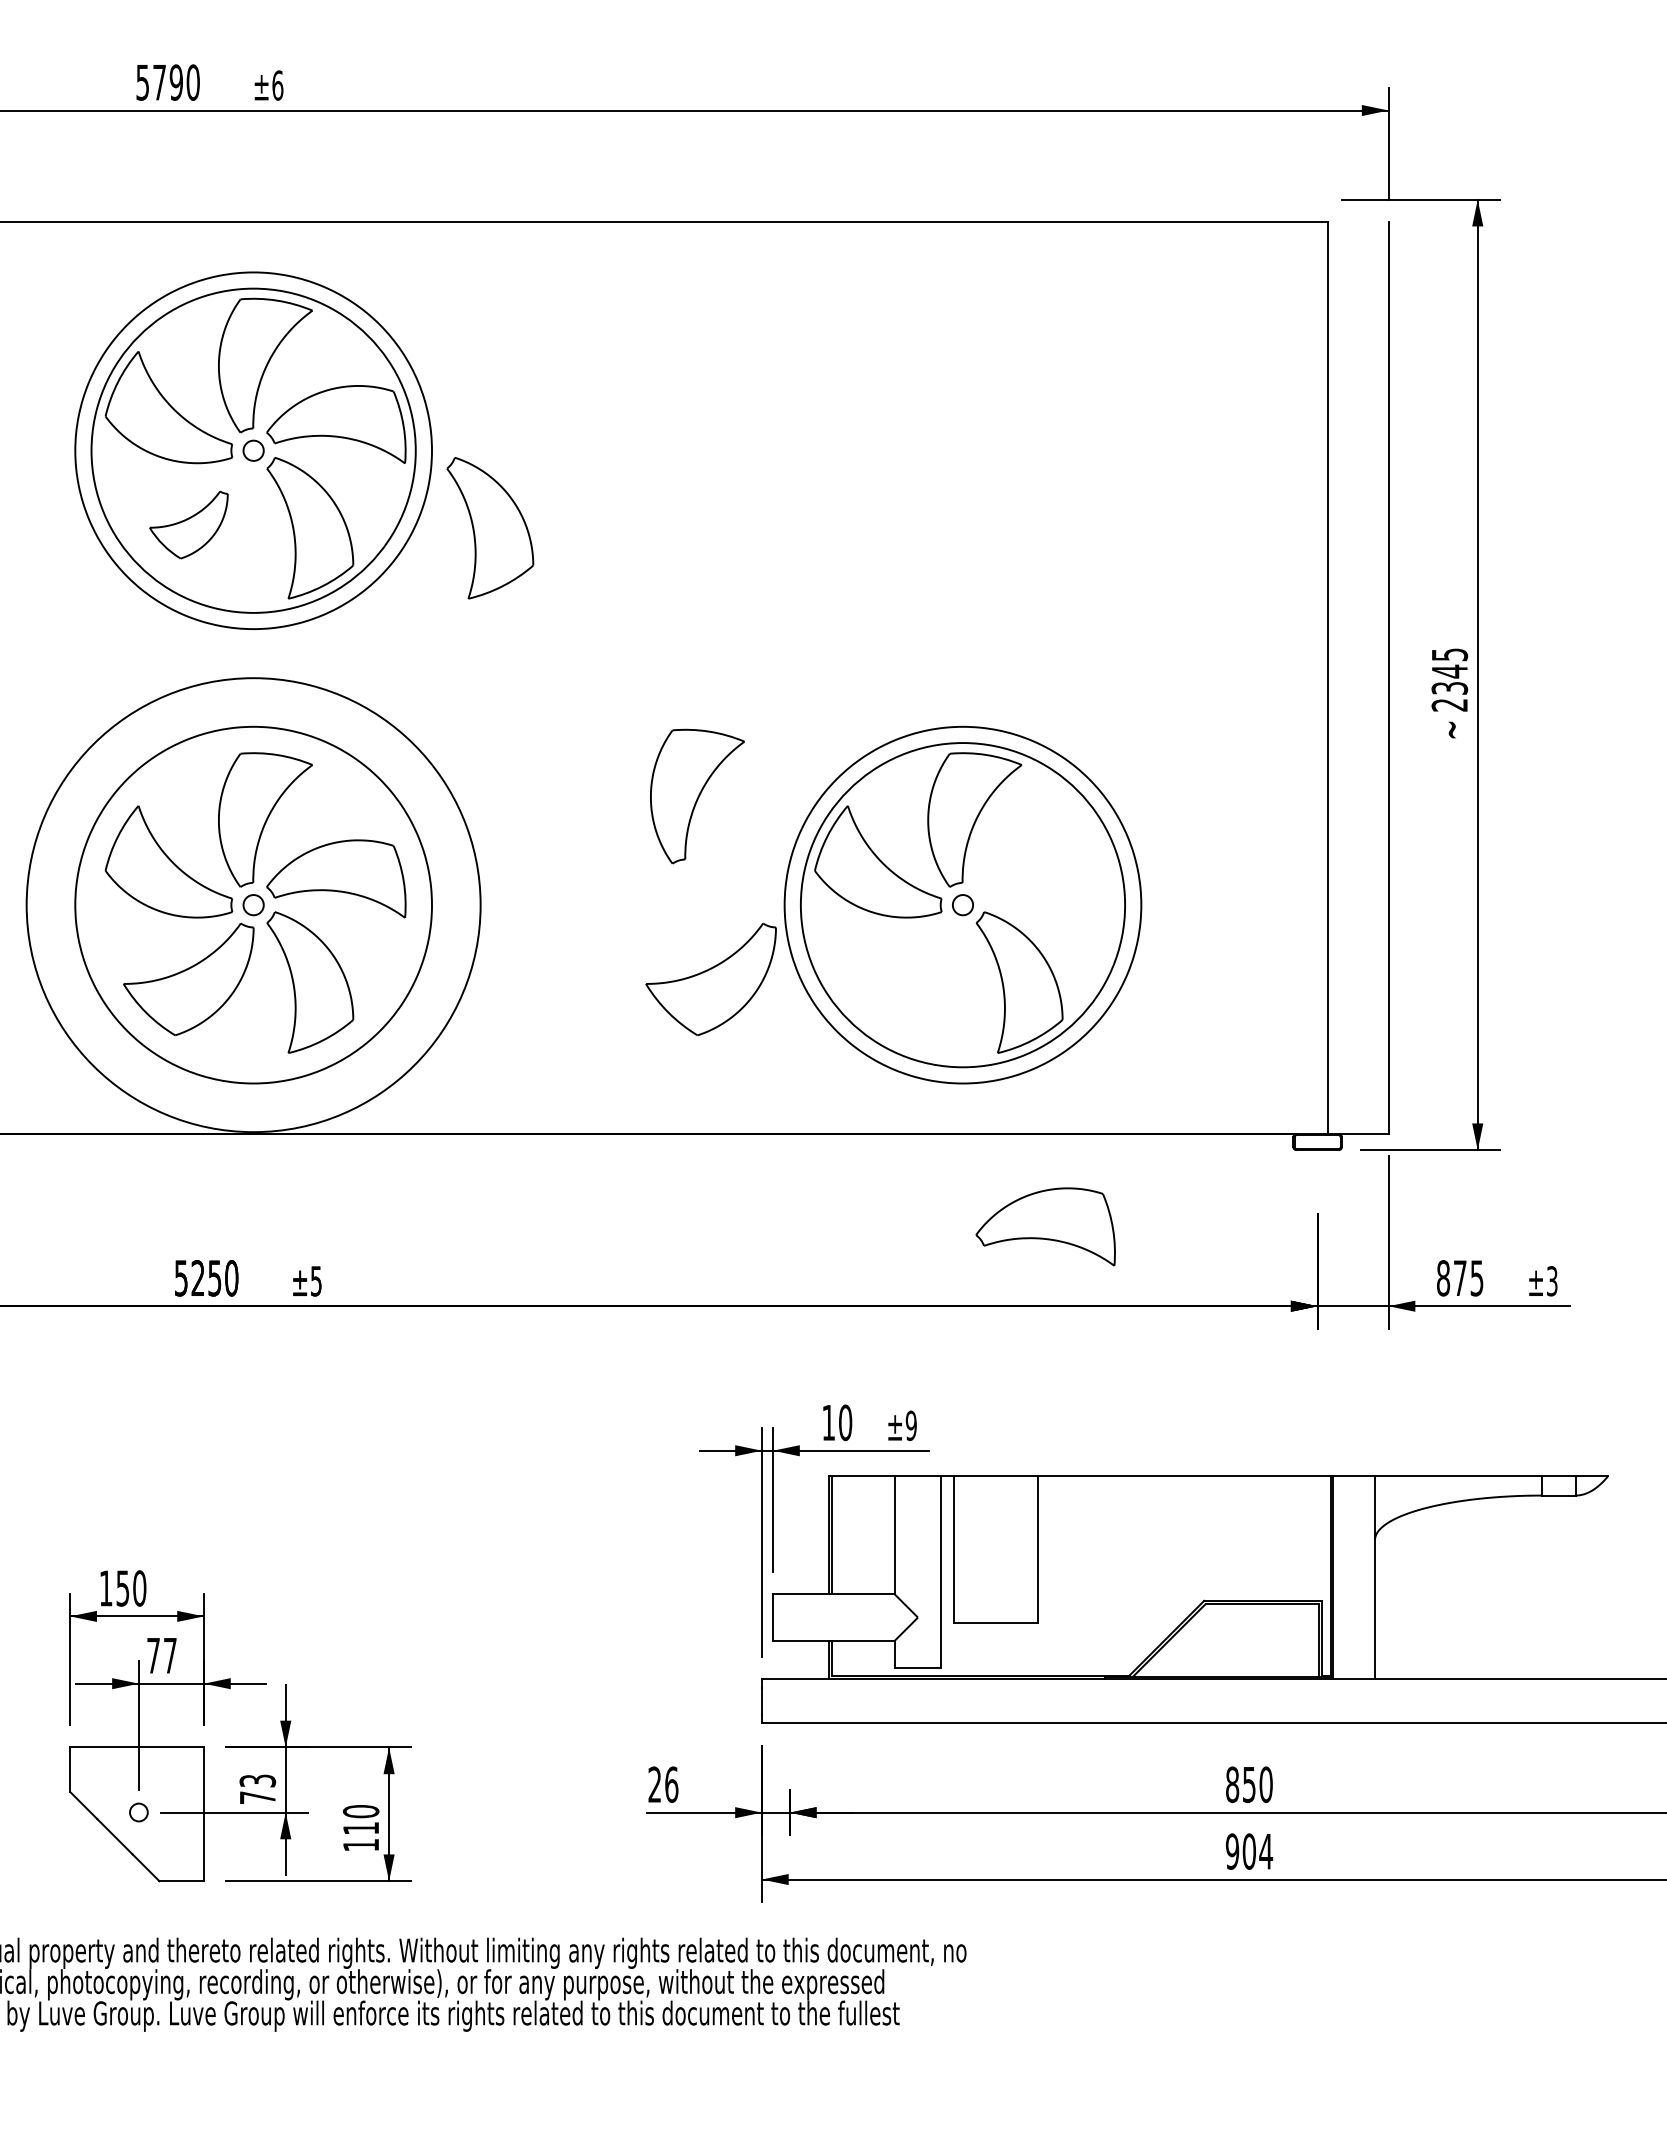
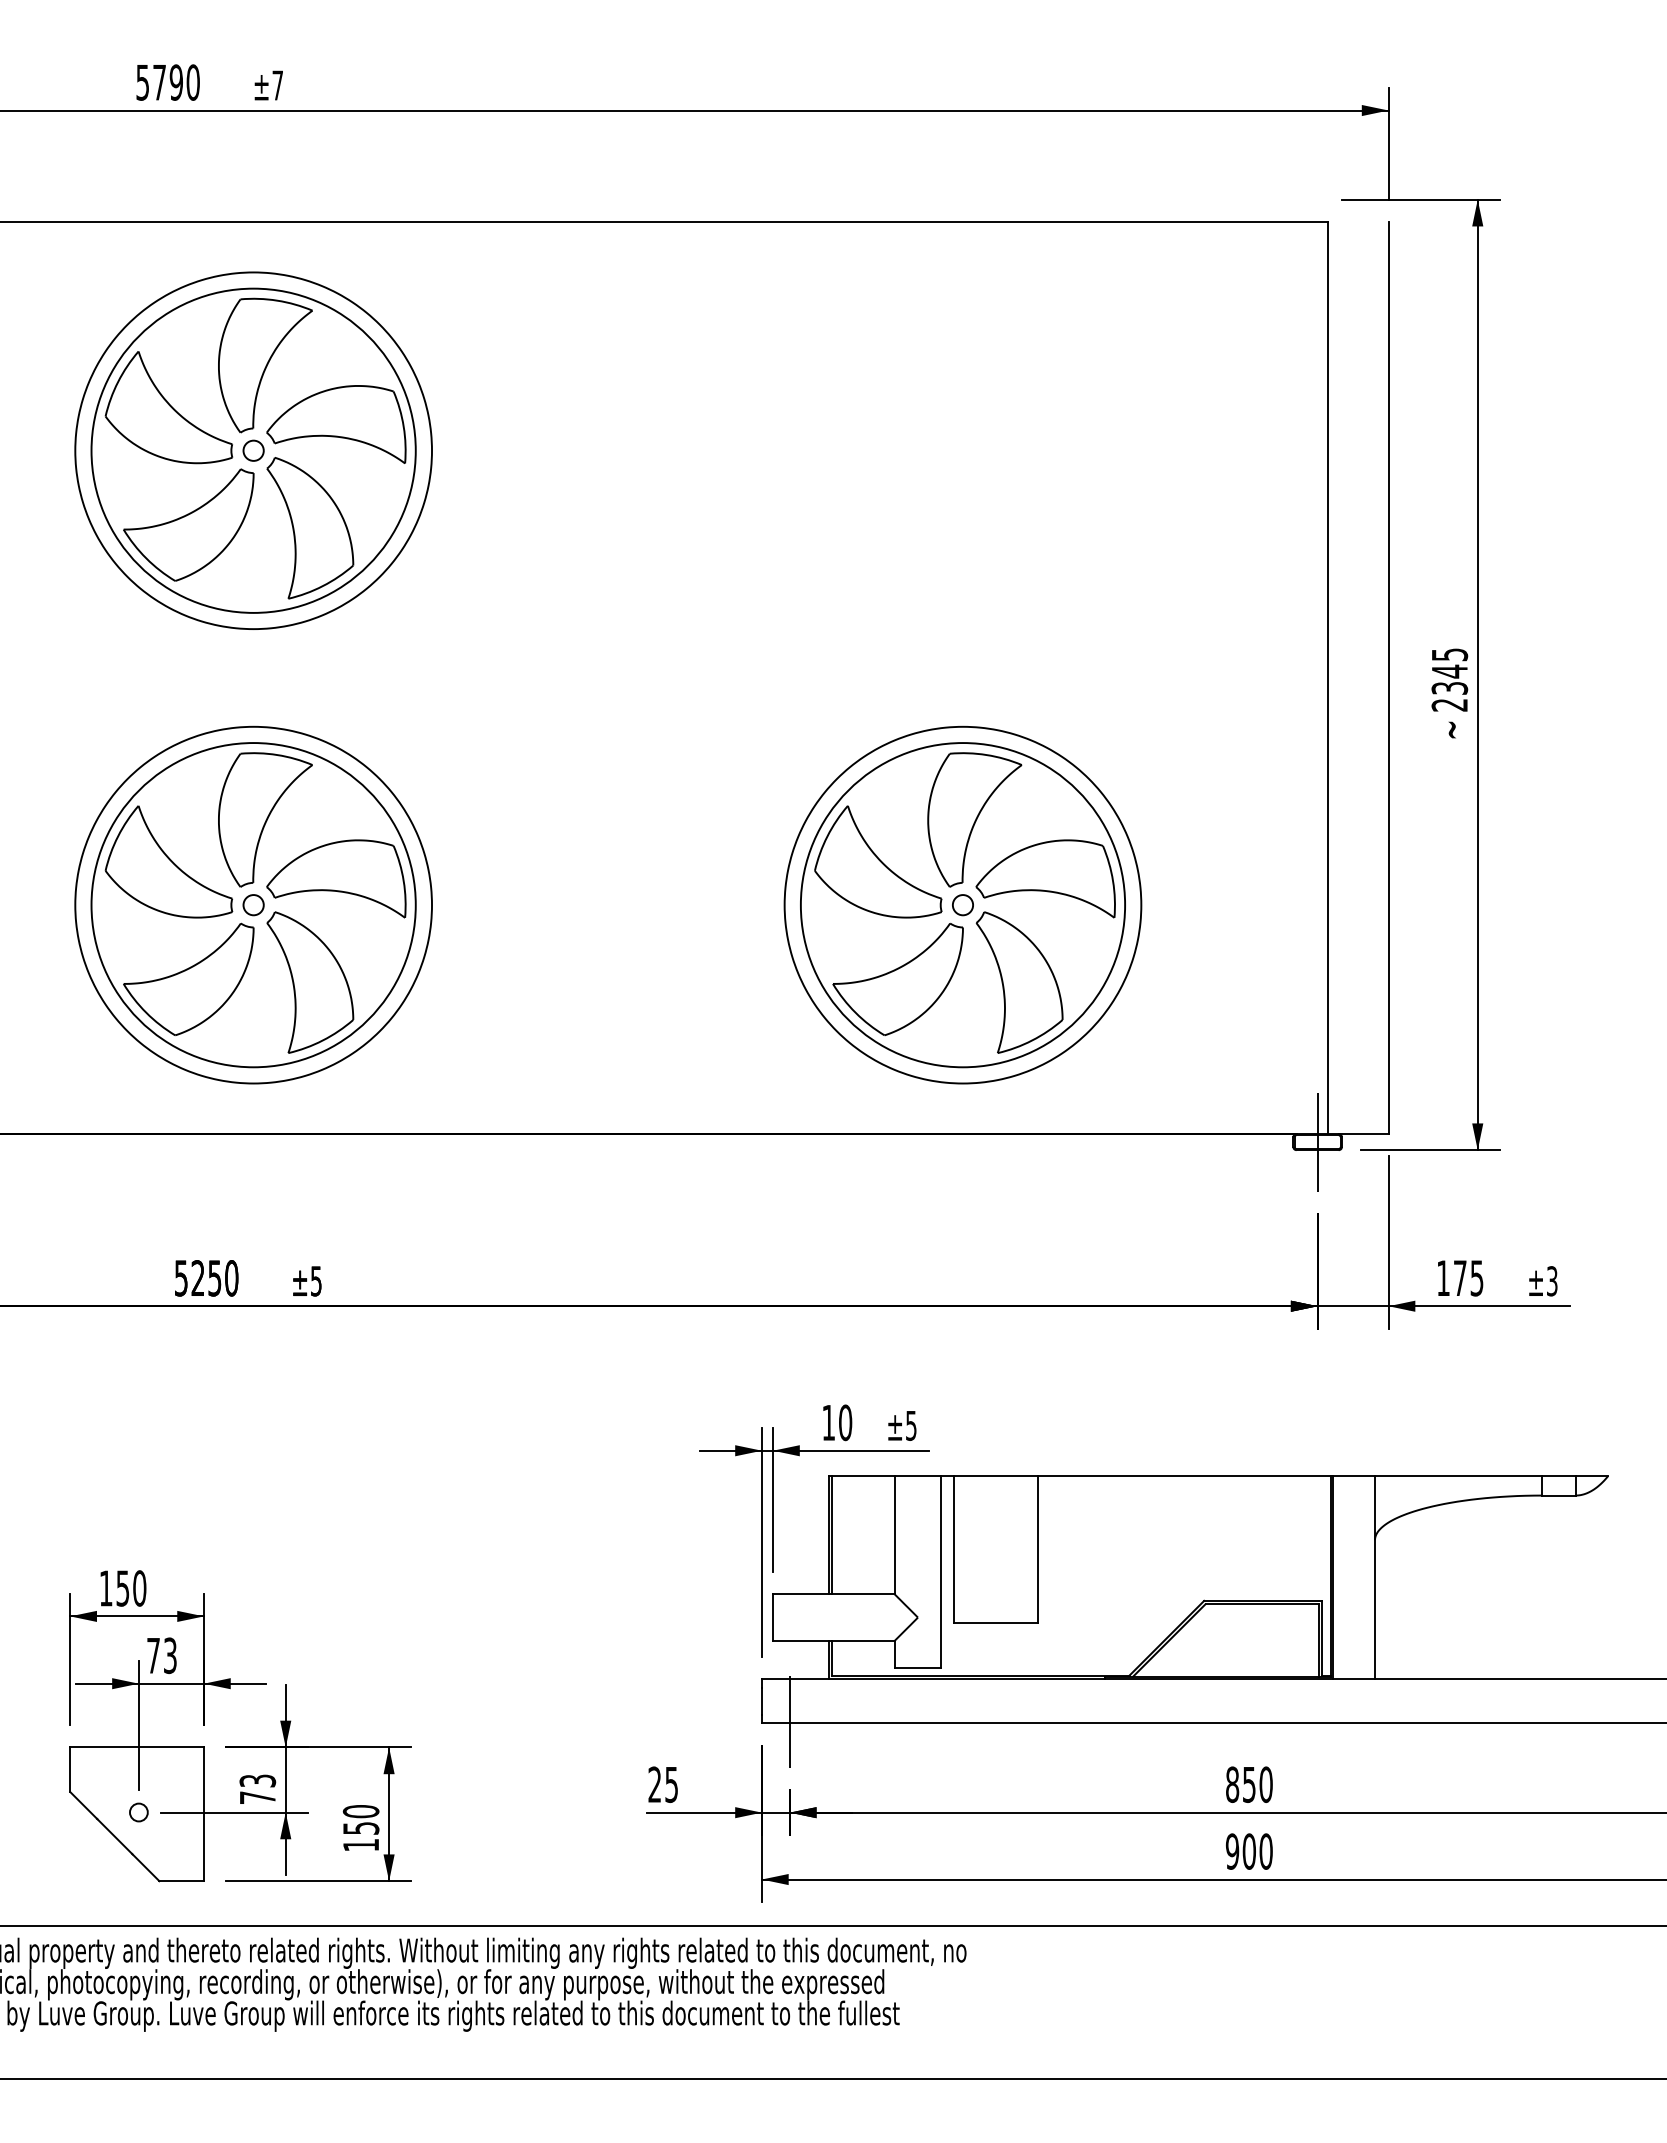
text at (277, 85): ±6 -> ±7
part at (188, 524) size: 80x70 px -> 132x114 px
part at (490, 528): present -> none
part at (697, 796): present -> none
circle at (253, 905) diameter: 454 px -> 324 px
part at (710, 978) position: (710, 978) -> (897, 978)
line at (1317, 1141): none -> present
part at (1045, 1226) position: (1045, 1226) -> (1045, 878)
text at (1443, 1278): 875 -> 175
text at (910, 1425): ±9 -> ±5
text at (170, 1655): 77 -> 73
line at (789, 1721): none -> present
text at (671, 1784): 26 -> 25
text at (361, 1828): 110 -> 150
text at (1266, 1851): 904 -> 900
line at (832, 1925): none -> present
line at (832, 2078): none -> present
